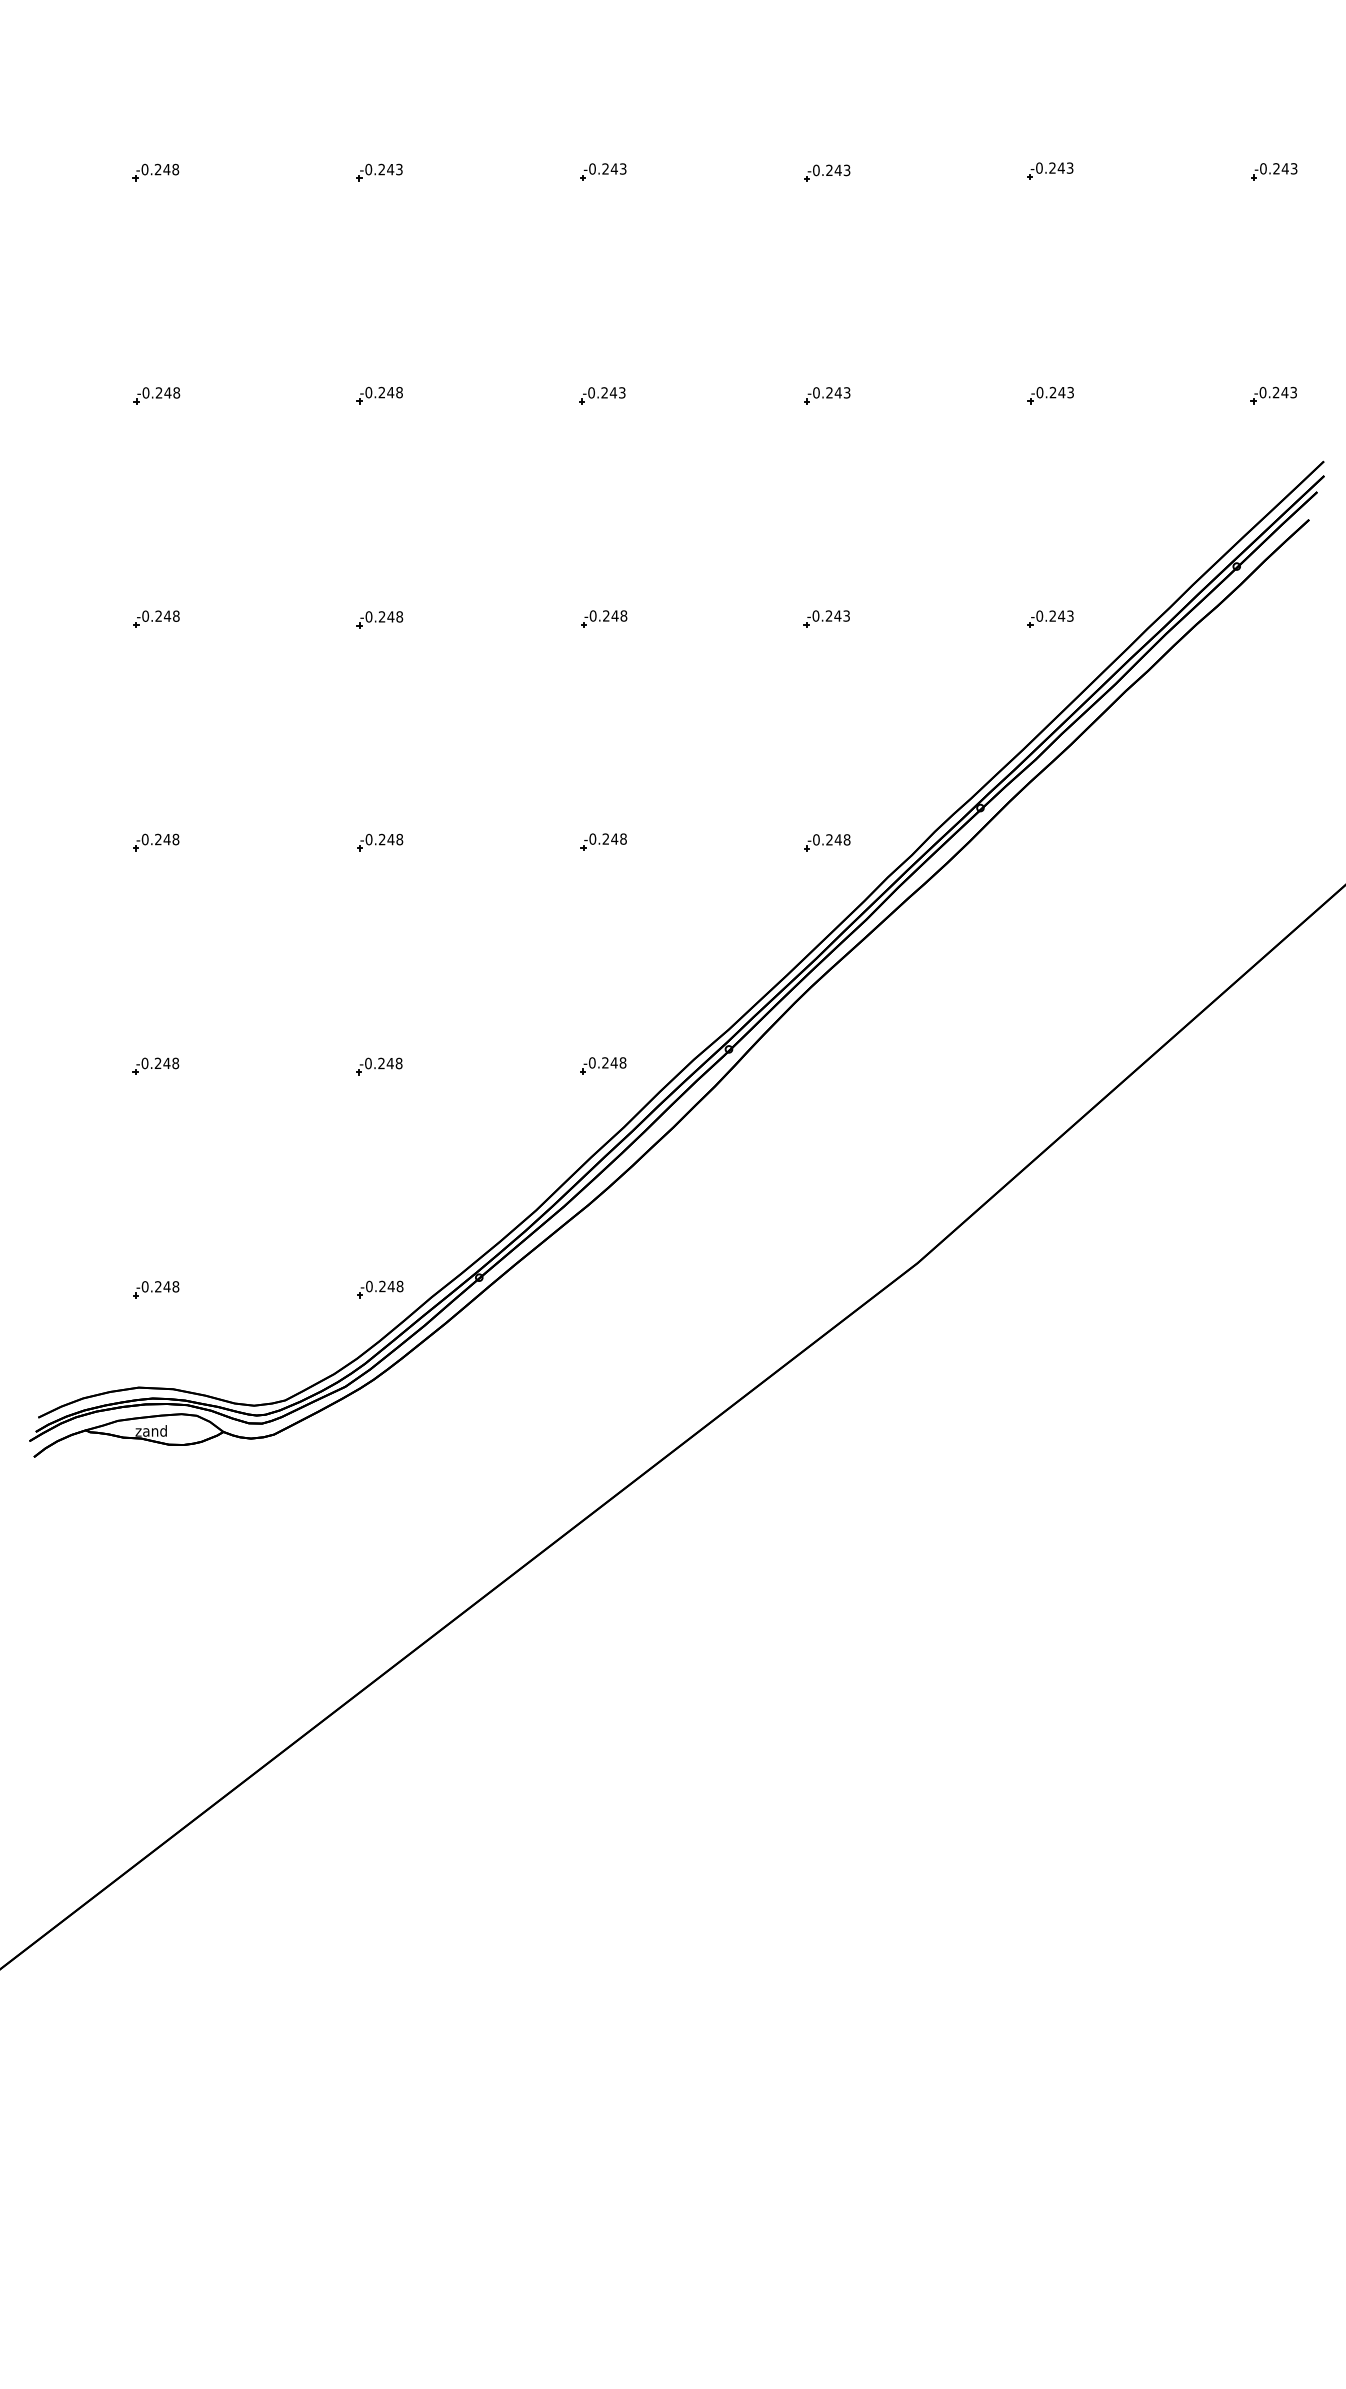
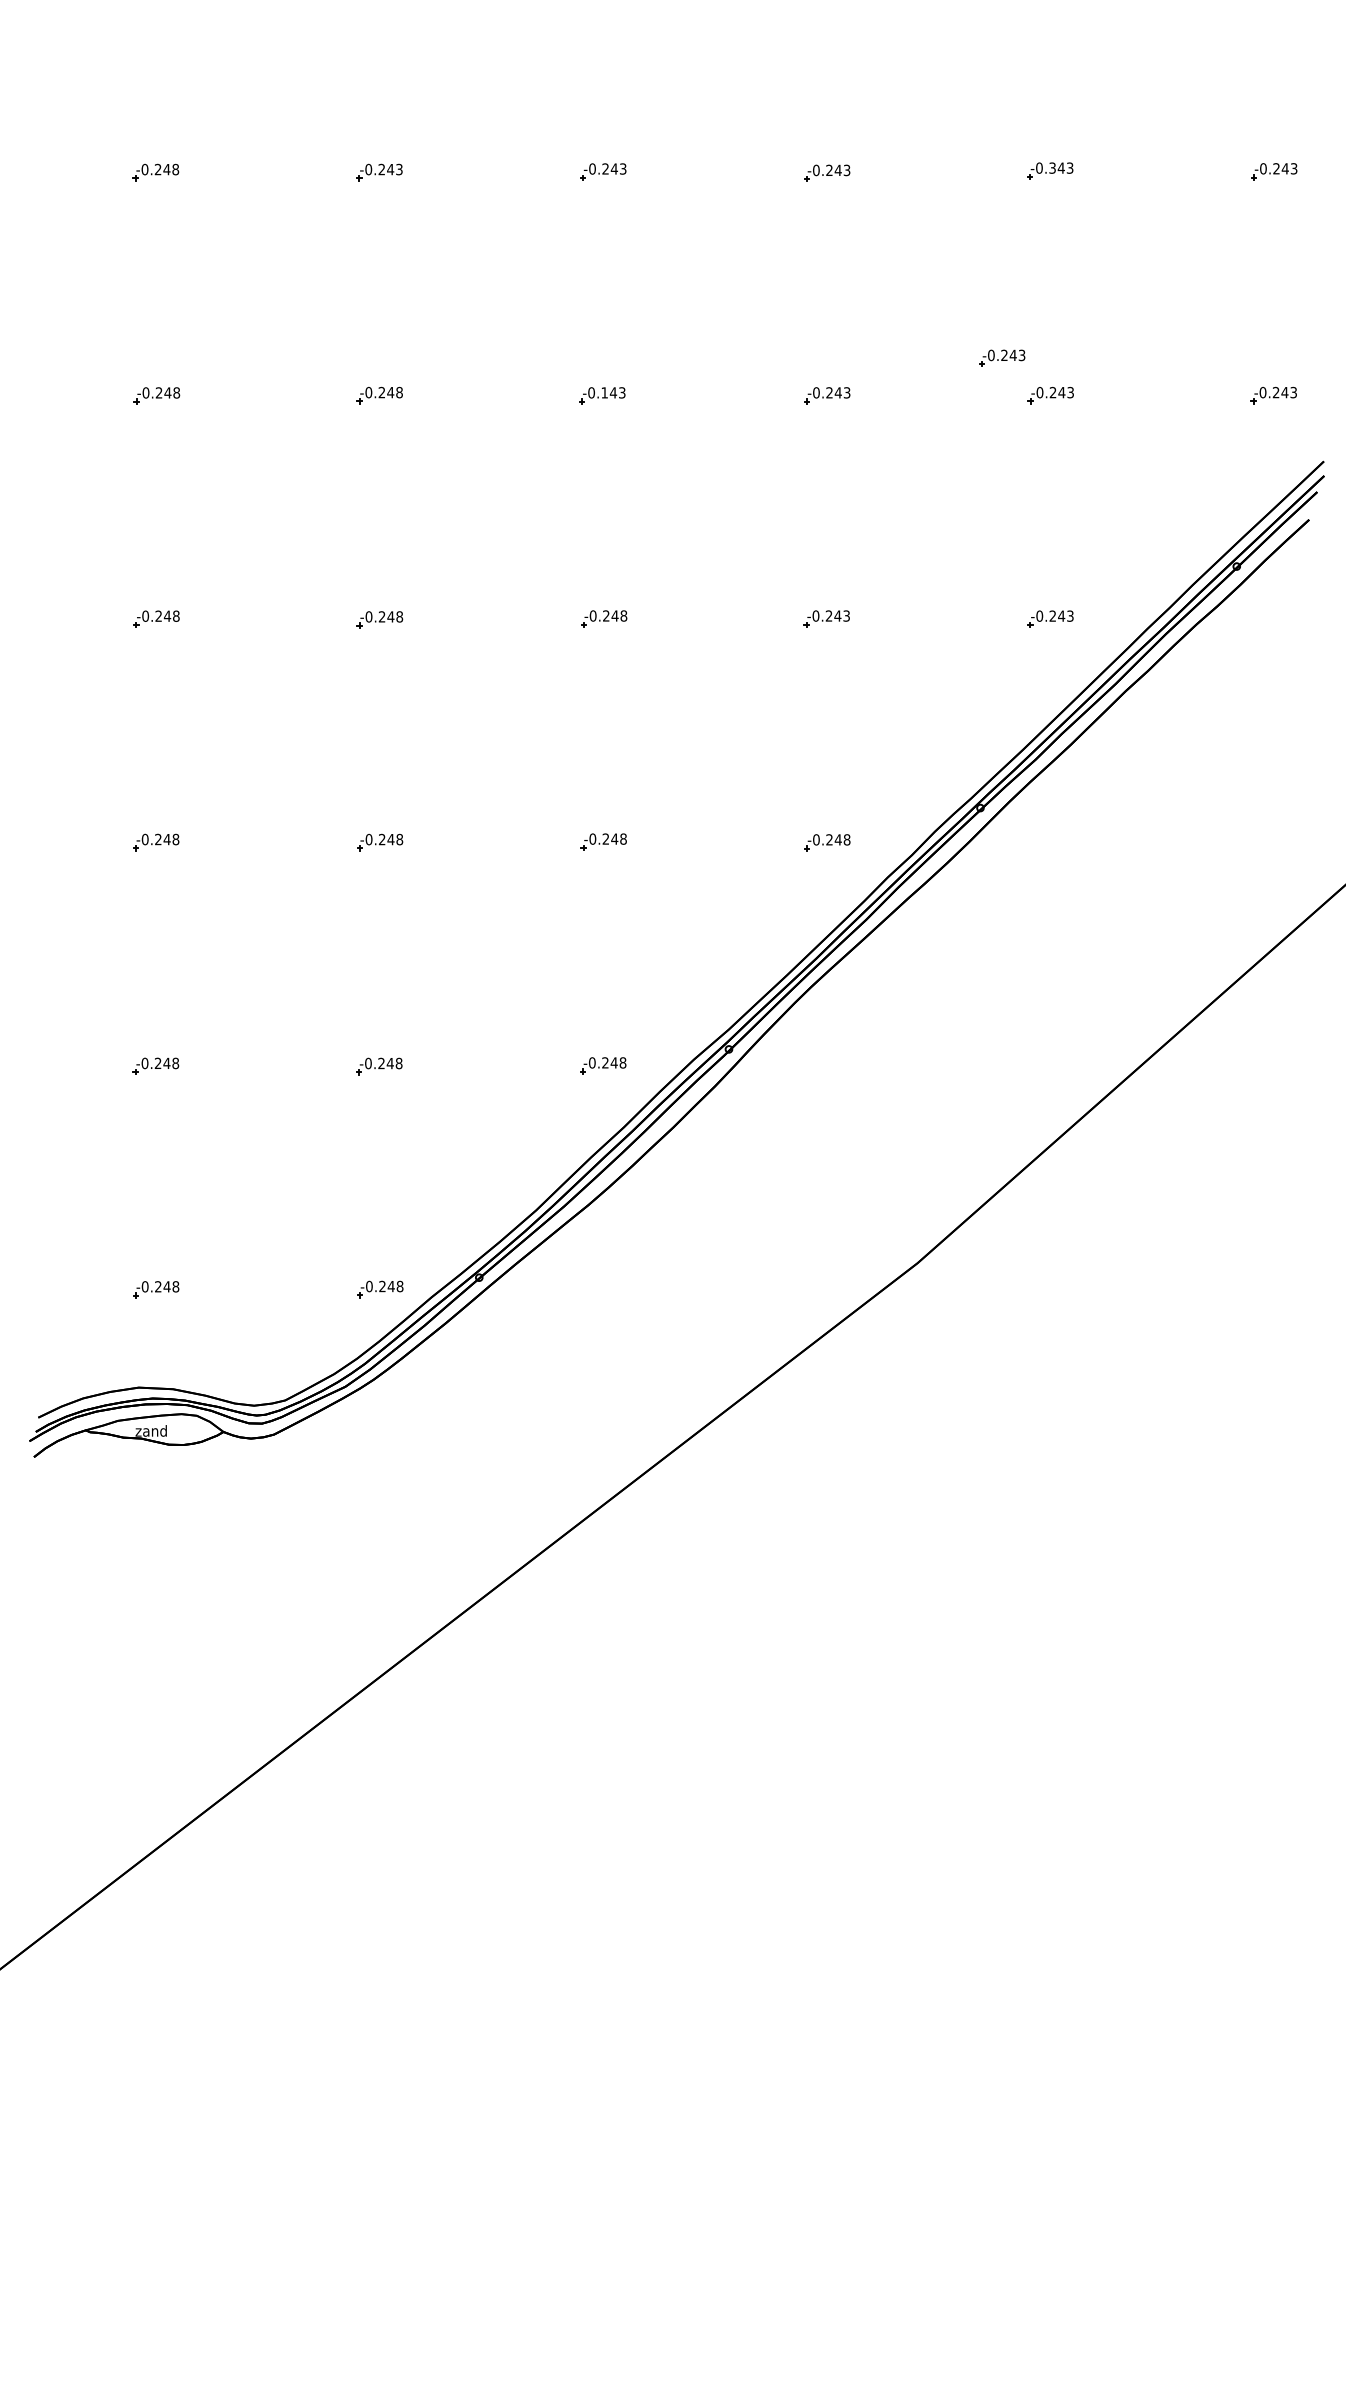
text at (1052, 168): -0.243 -> -0.343
part at (1002, 357): none -> present
text at (604, 392): -0.243 -> -0.143
